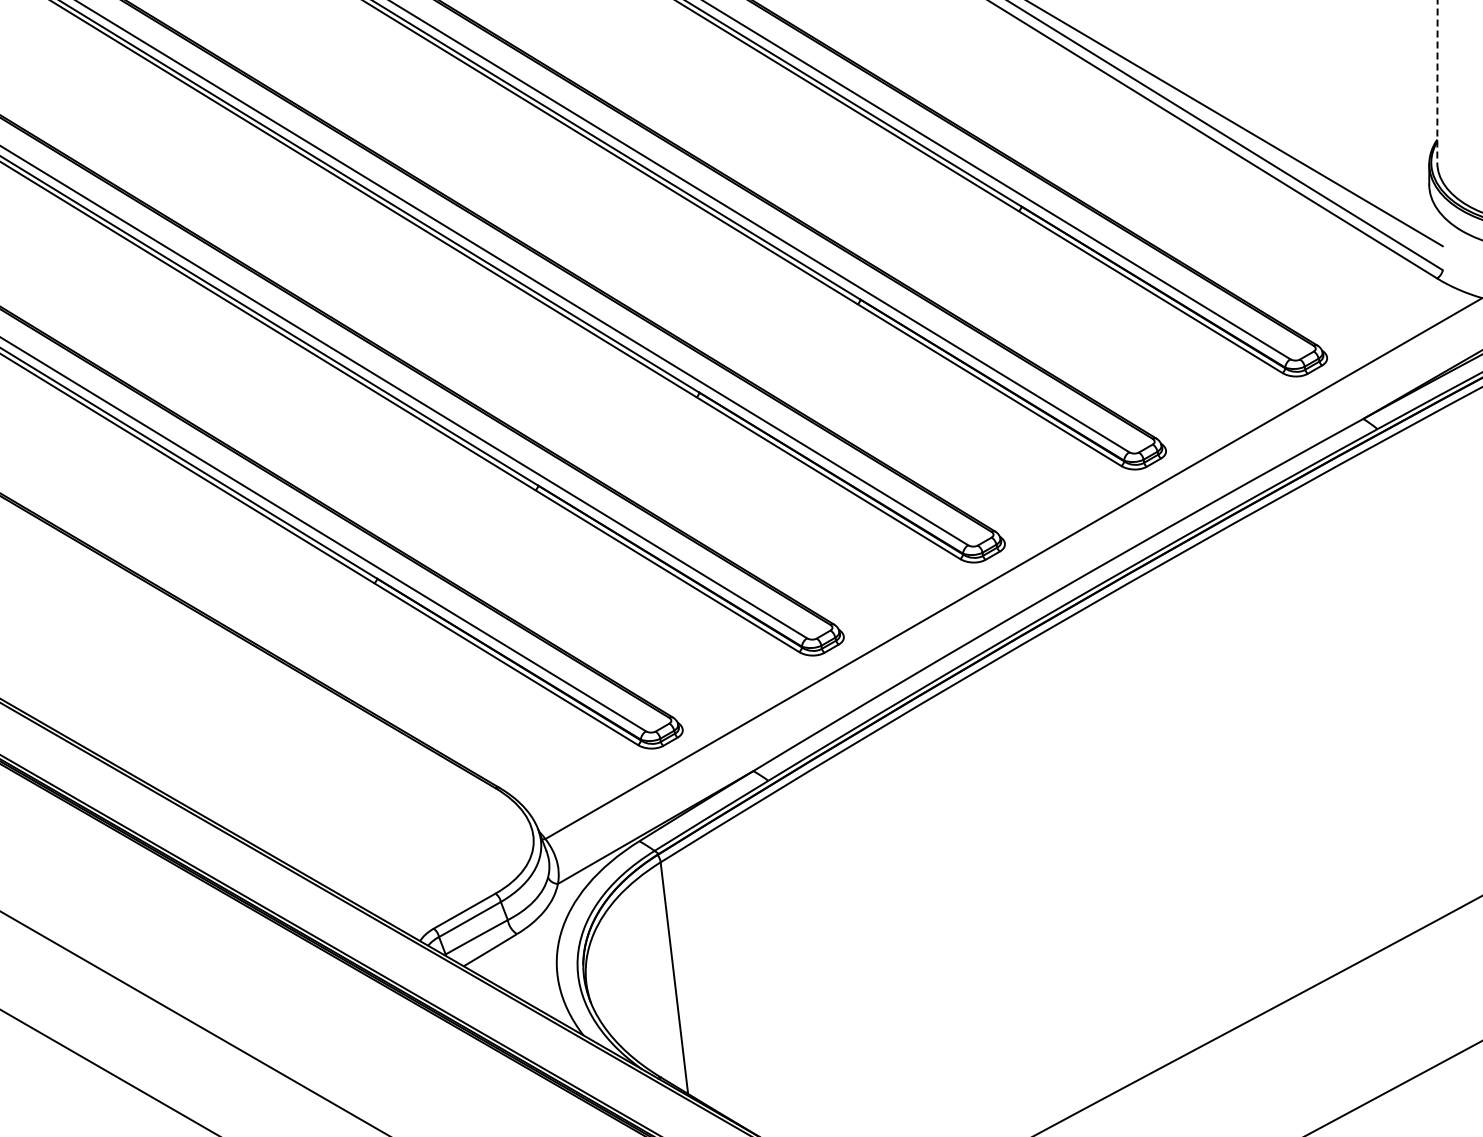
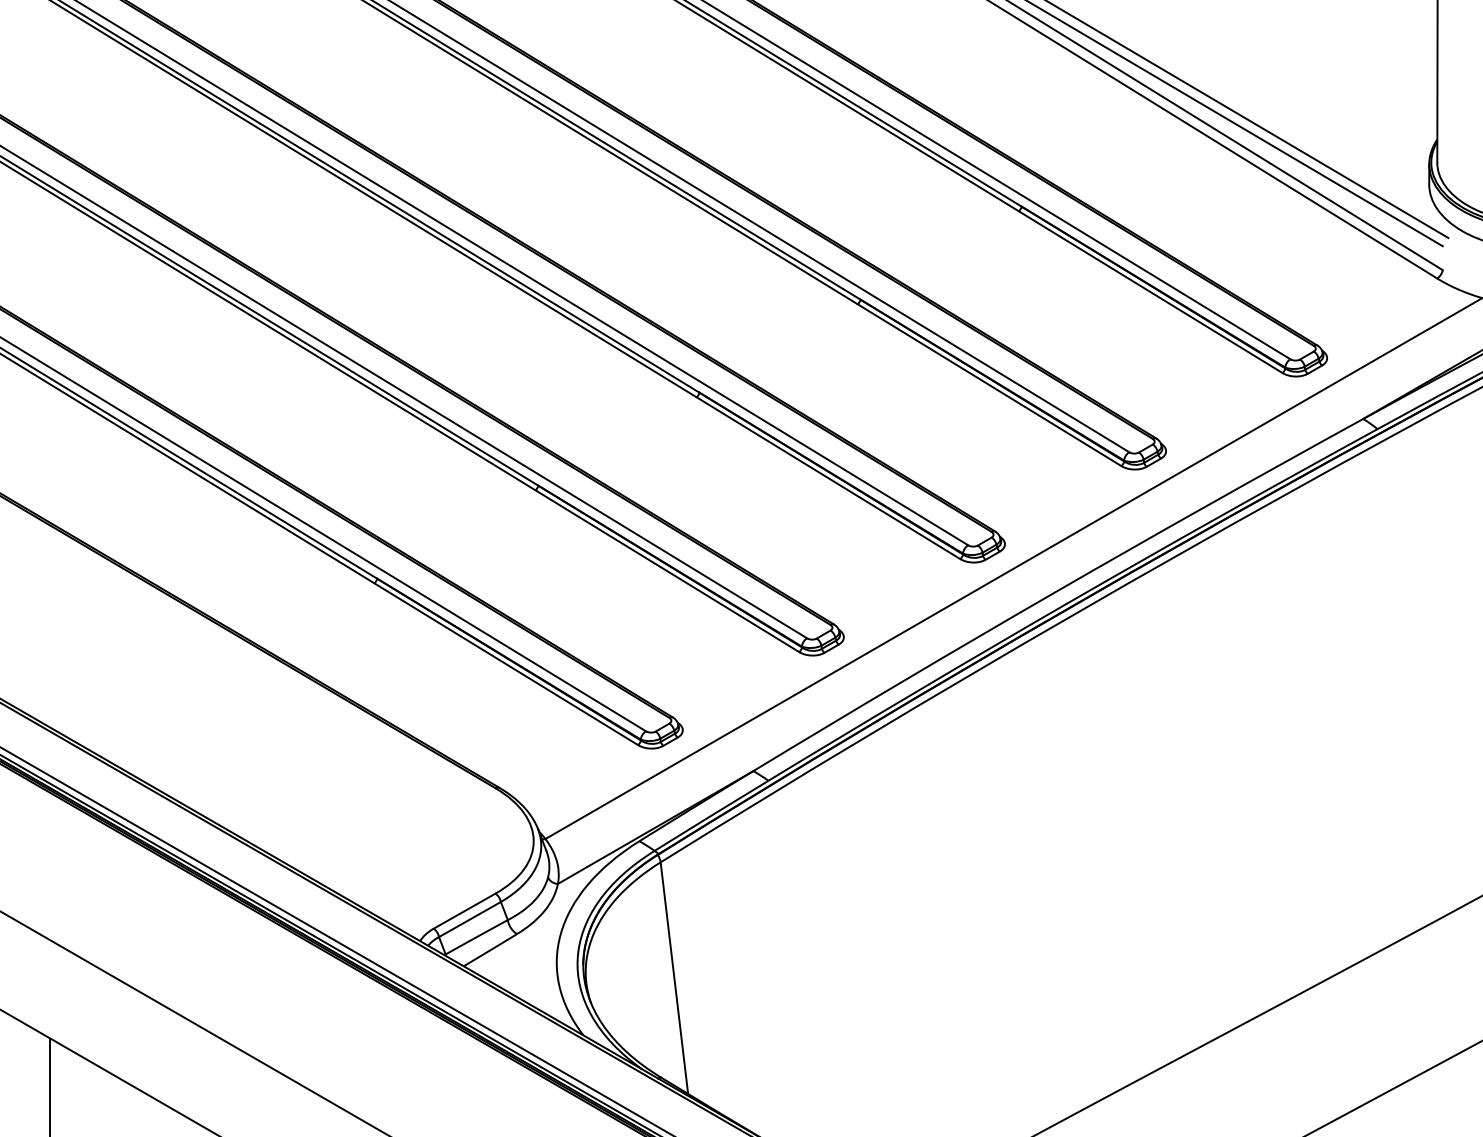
line at (1437, 81): dashed -> solid
line at (1248, 119): none -> present
line at (336, 940): none -> present
line at (50, 1085): none -> present
